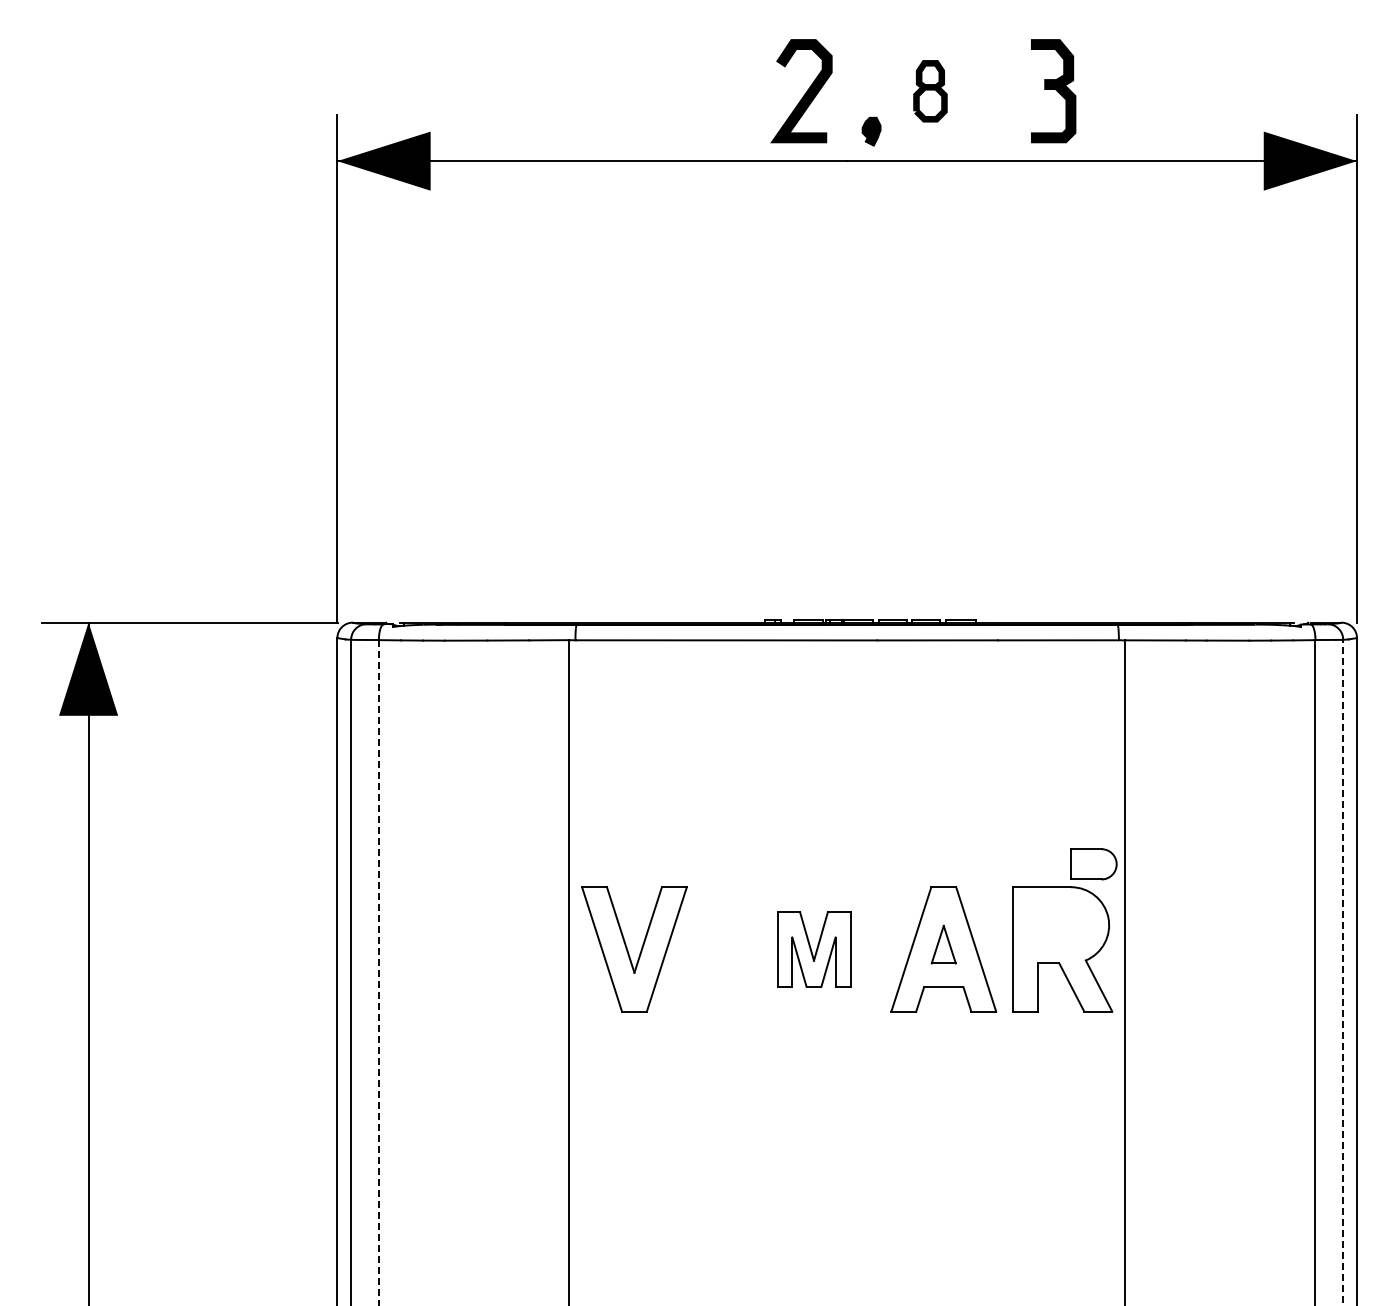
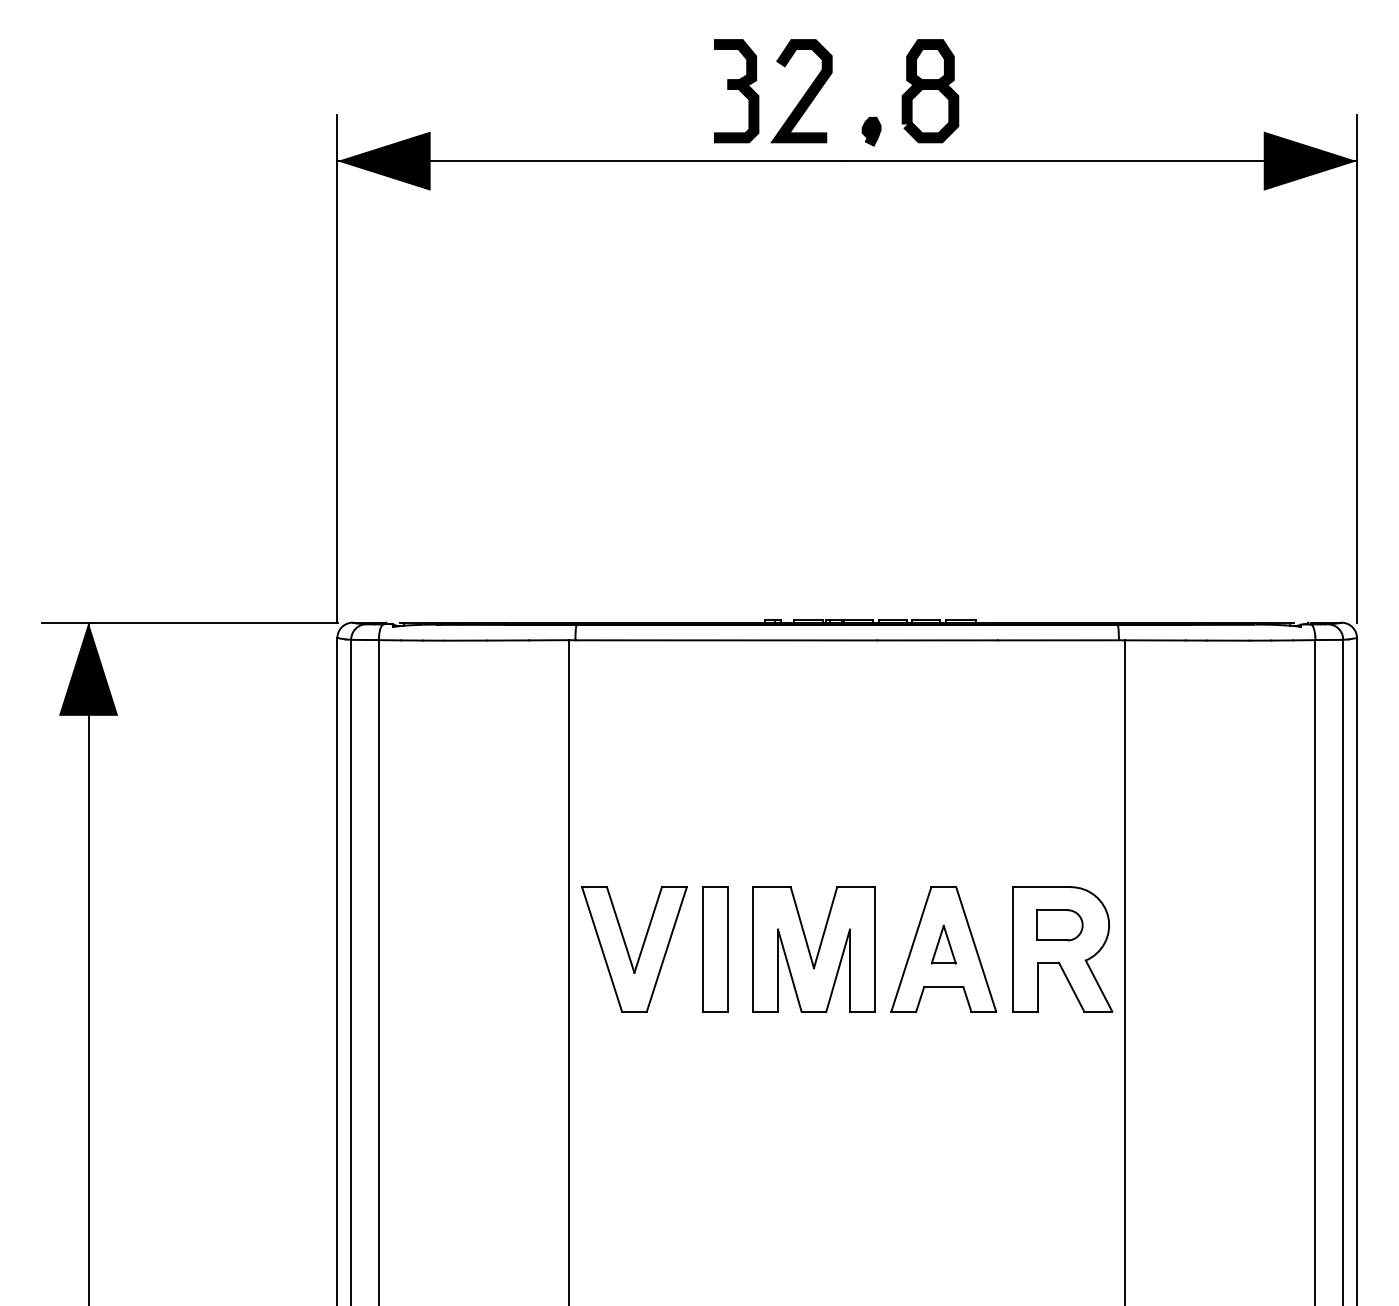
part at (930, 91) size: 35x63 px -> 59x105 px
part at (1053, 91) position: (1053, 91) -> (736, 91)
part at (1093, 864) position: (1093, 864) -> (1059, 925)
part at (715, 949): none -> present
part at (814, 949) size: 75x77 px -> 124x127 px
line at (378, 972): dashed -> solid
line at (1343, 972): dashed -> solid
